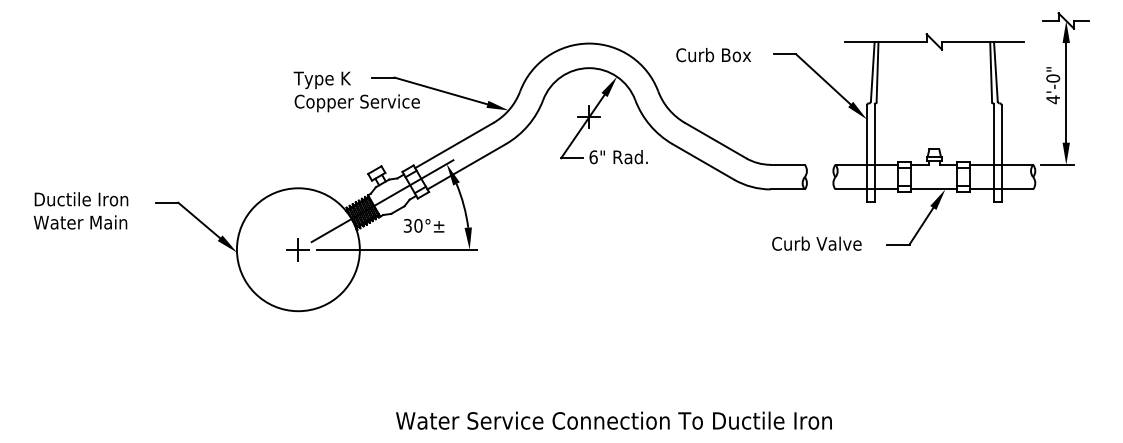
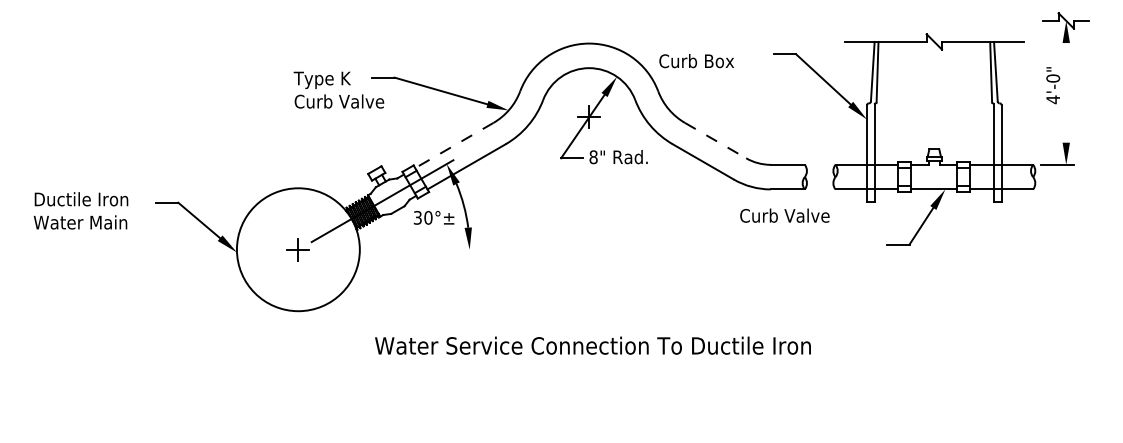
text at (713, 55) position: (713, 55) -> (696, 61)
line at (1066, 92): present -> none
text at (362, 103): Copper Service -> Curb Valve
line at (716, 140): solid -> dashed
line at (453, 145): solid -> dashed
text at (593, 157): 6" -> 8"
text at (423, 225) position: (423, 225) -> (433, 217)
text at (816, 243) position: (816, 243) -> (784, 215)
line at (397, 249): present -> none
text at (613, 420) position: (613, 420) -> (592, 345)
